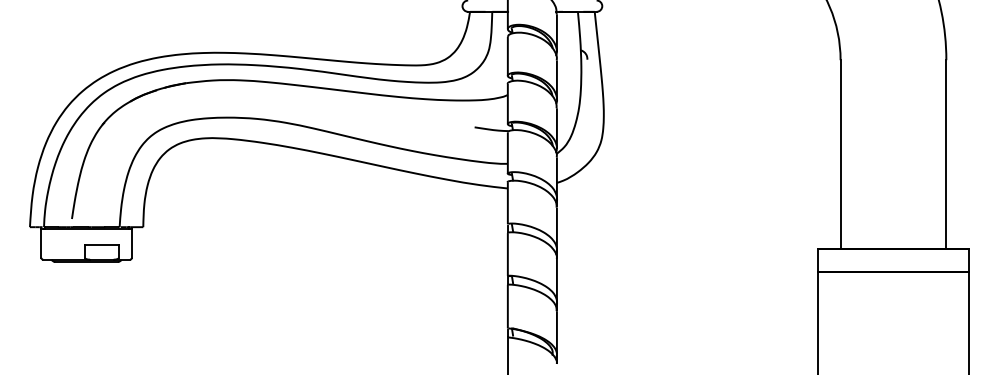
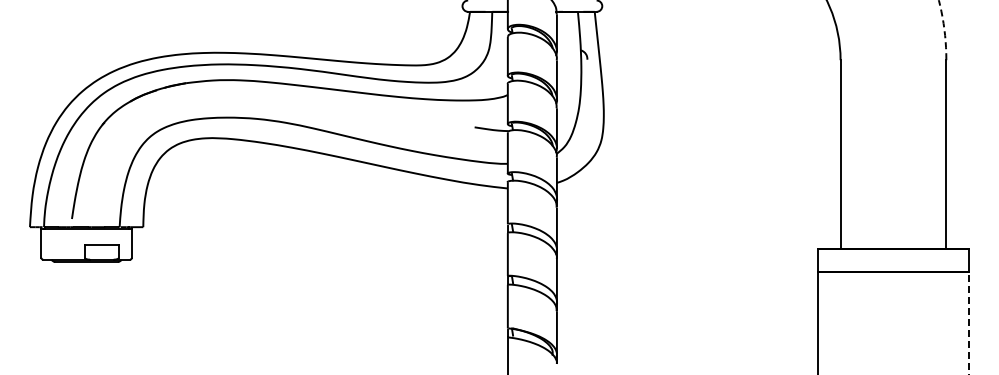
arc at (944, 30): solid -> dashed
line at (969, 322): solid -> dashed
